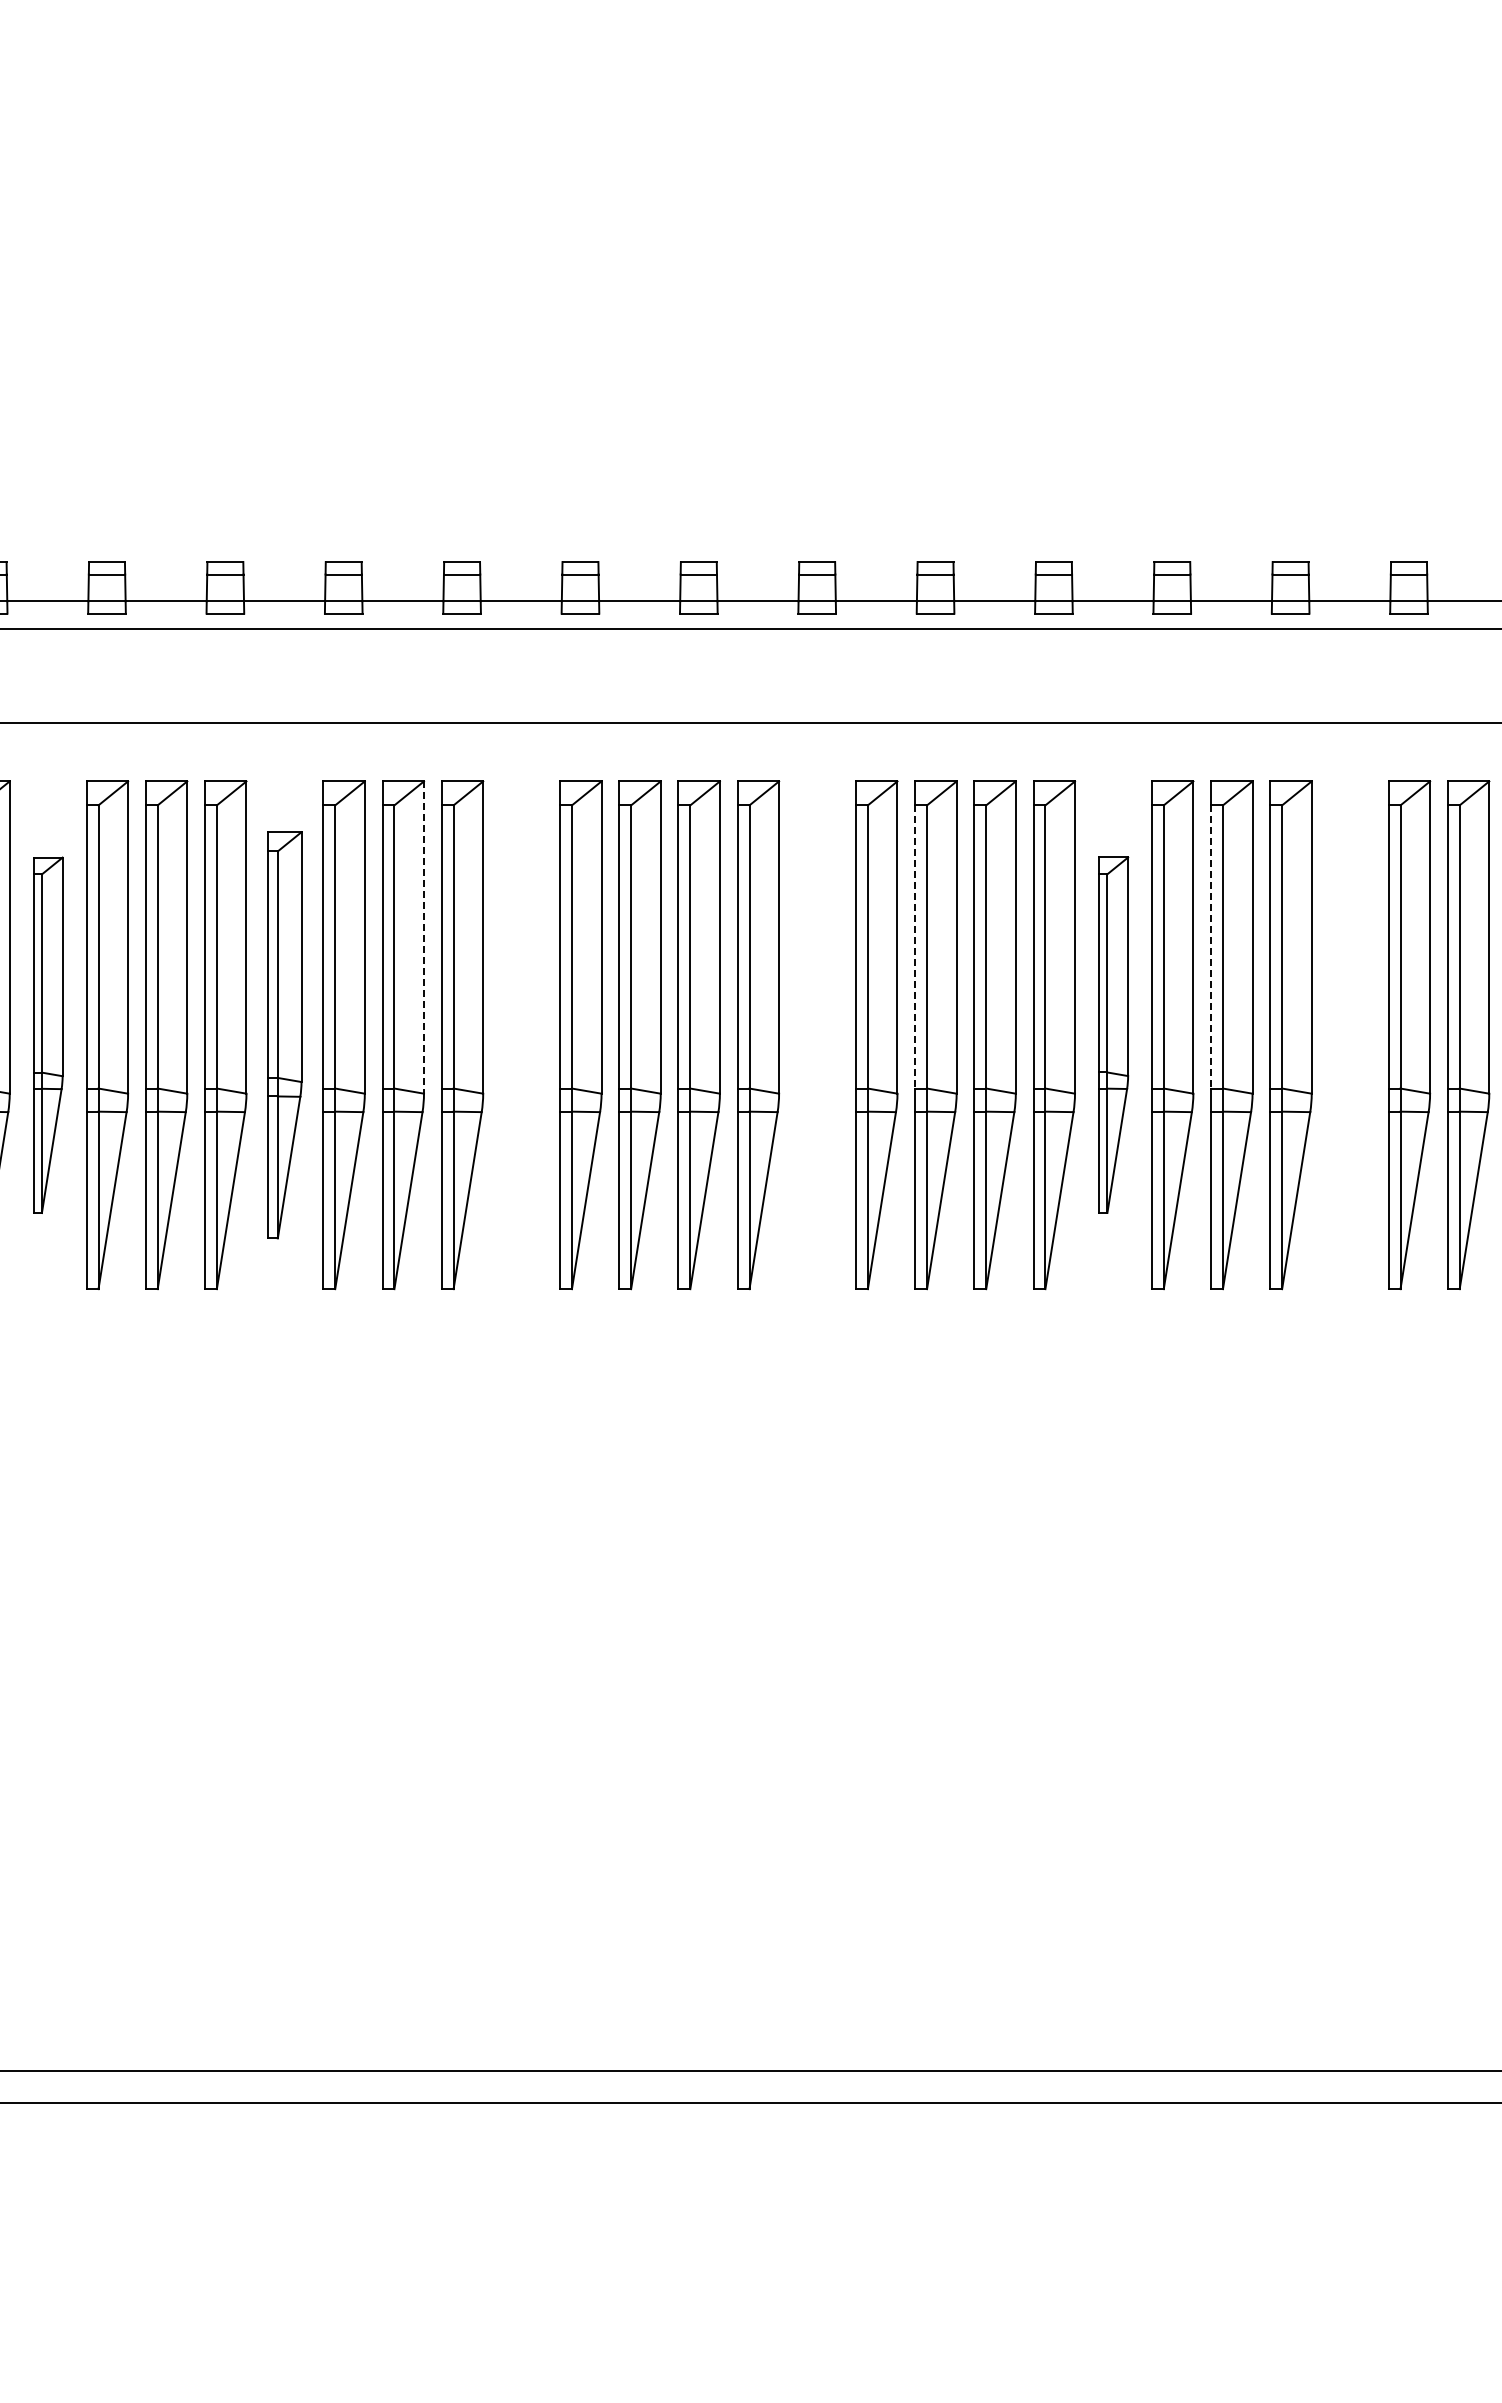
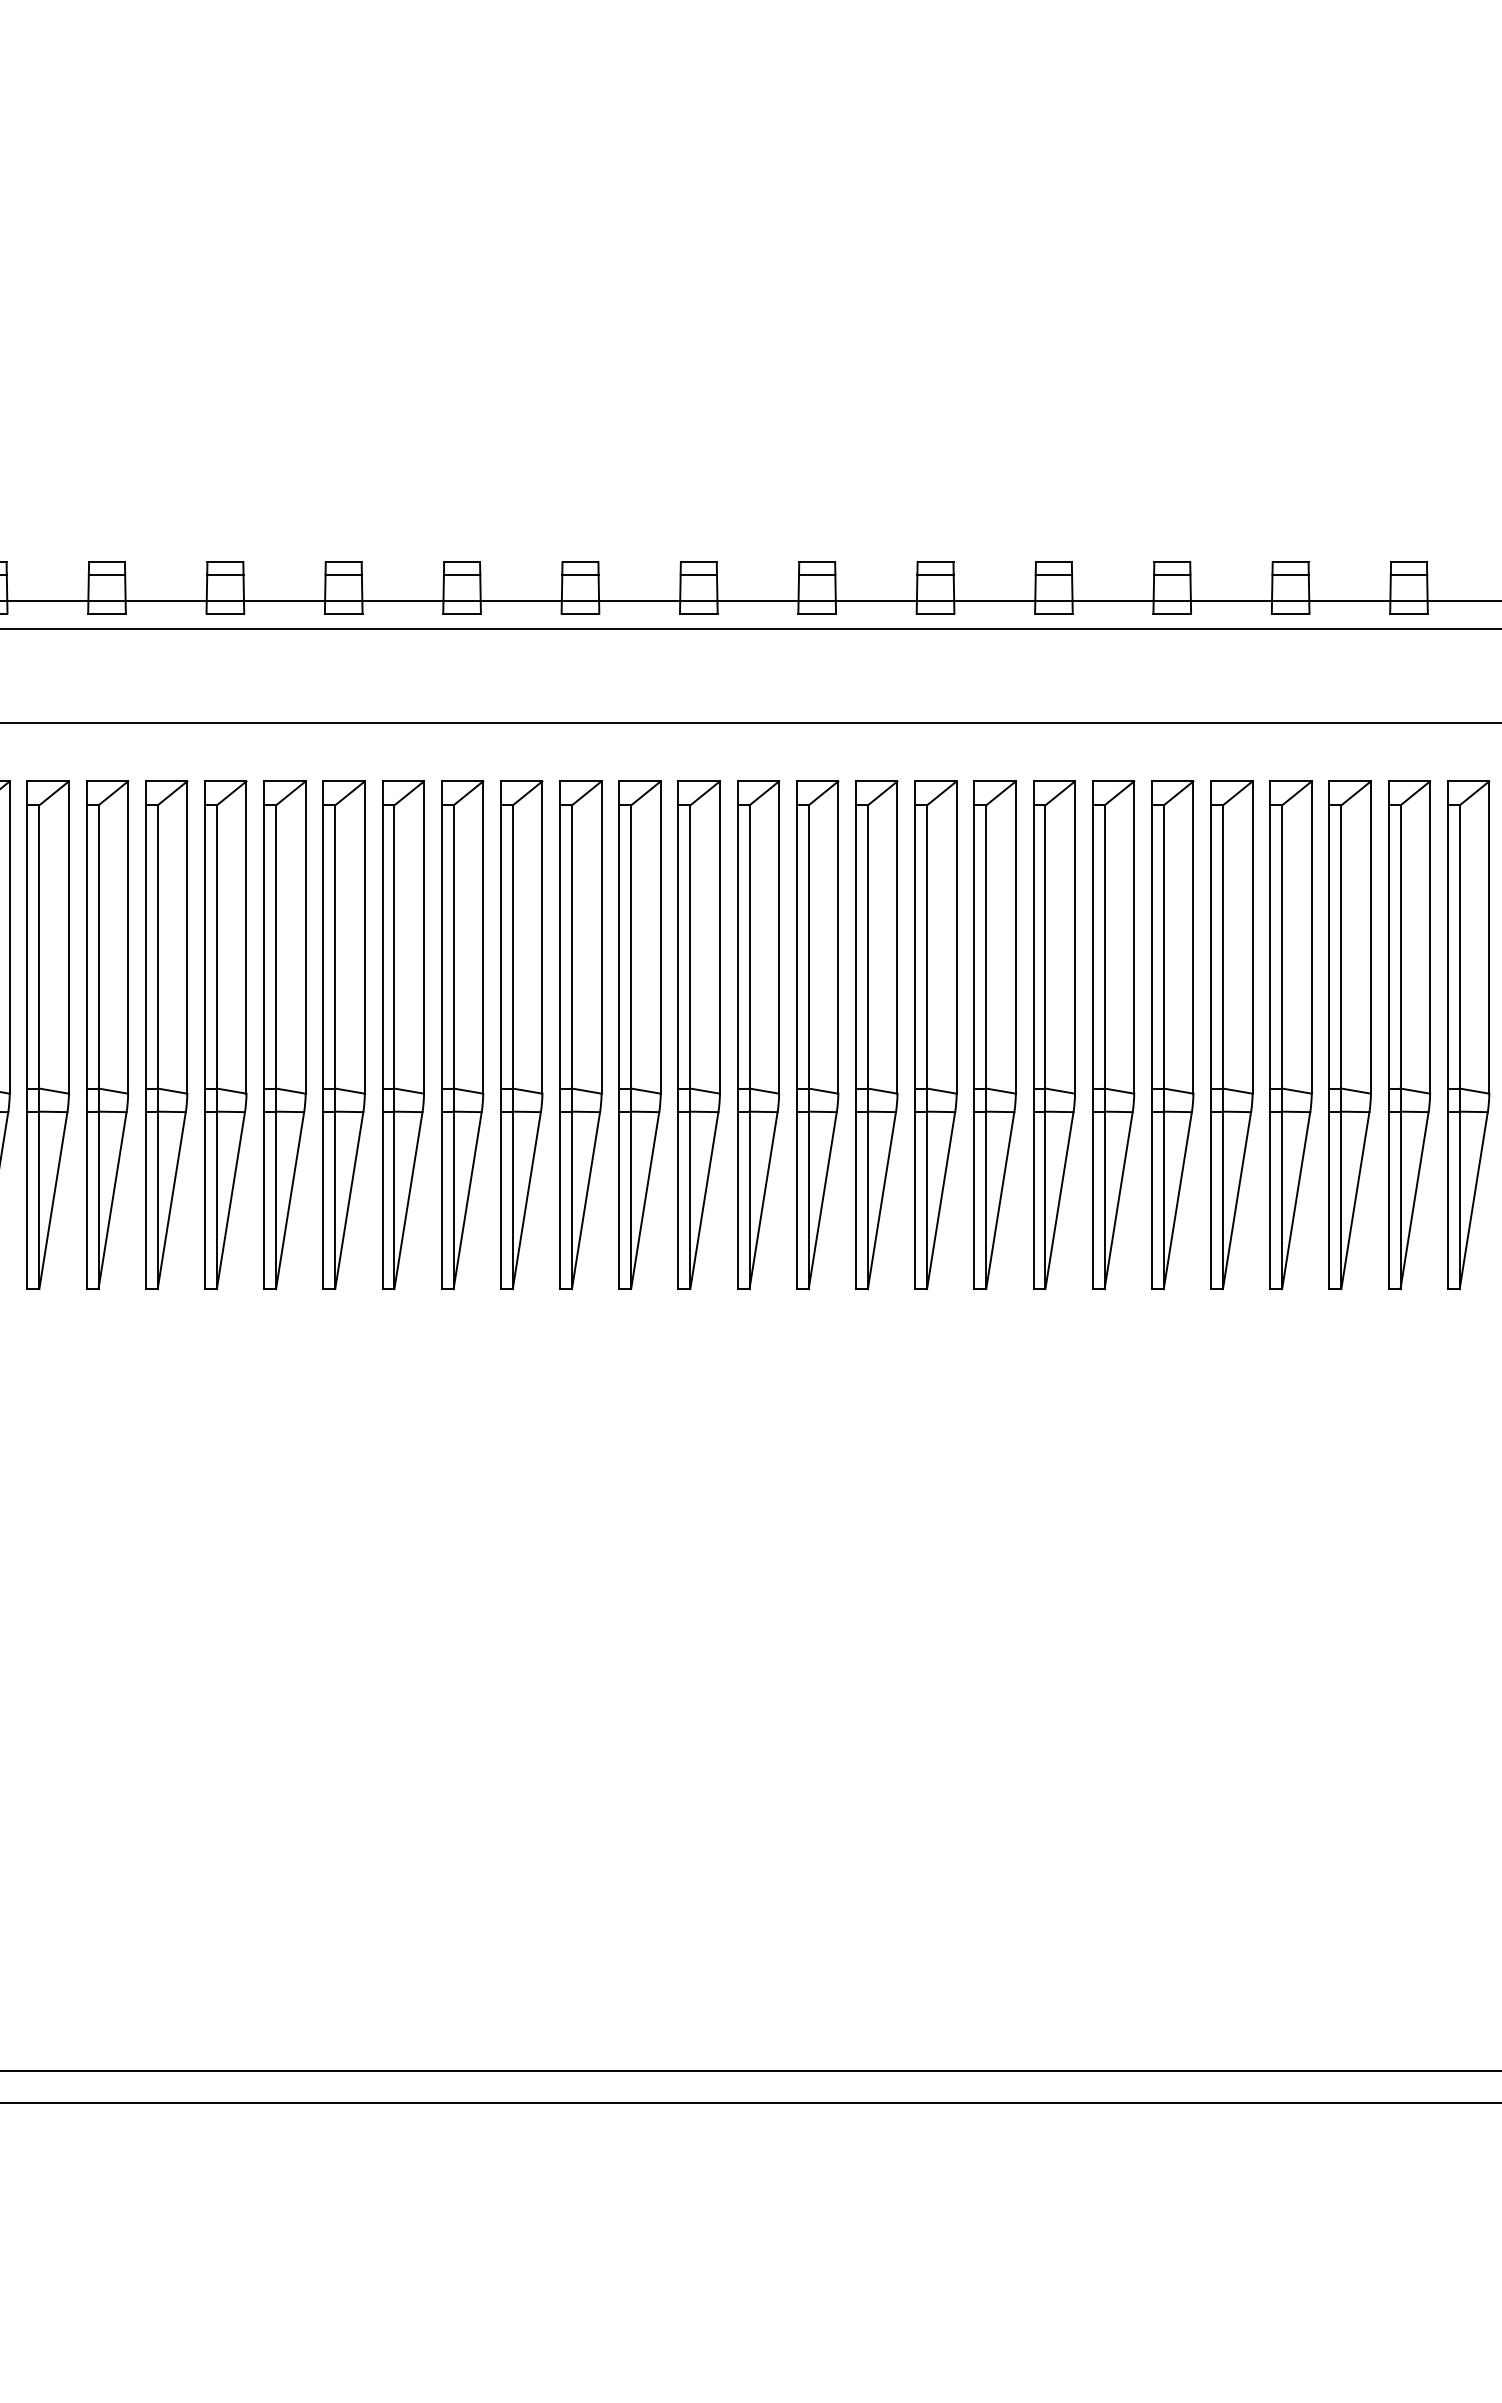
line at (424, 938): dashed -> solid
line at (915, 946): dashed -> solid
line at (1211, 946): dashed -> solid
part at (48, 1034) size: 31x358 px -> 44x511 px
part at (817, 1034): none -> present
part at (1113, 1034) size: 32x358 px -> 44x510 px
part at (284, 1035) size: 36x409 px -> 44x511 px
part at (521, 1035): none -> present
part at (1349, 1035): none -> present
